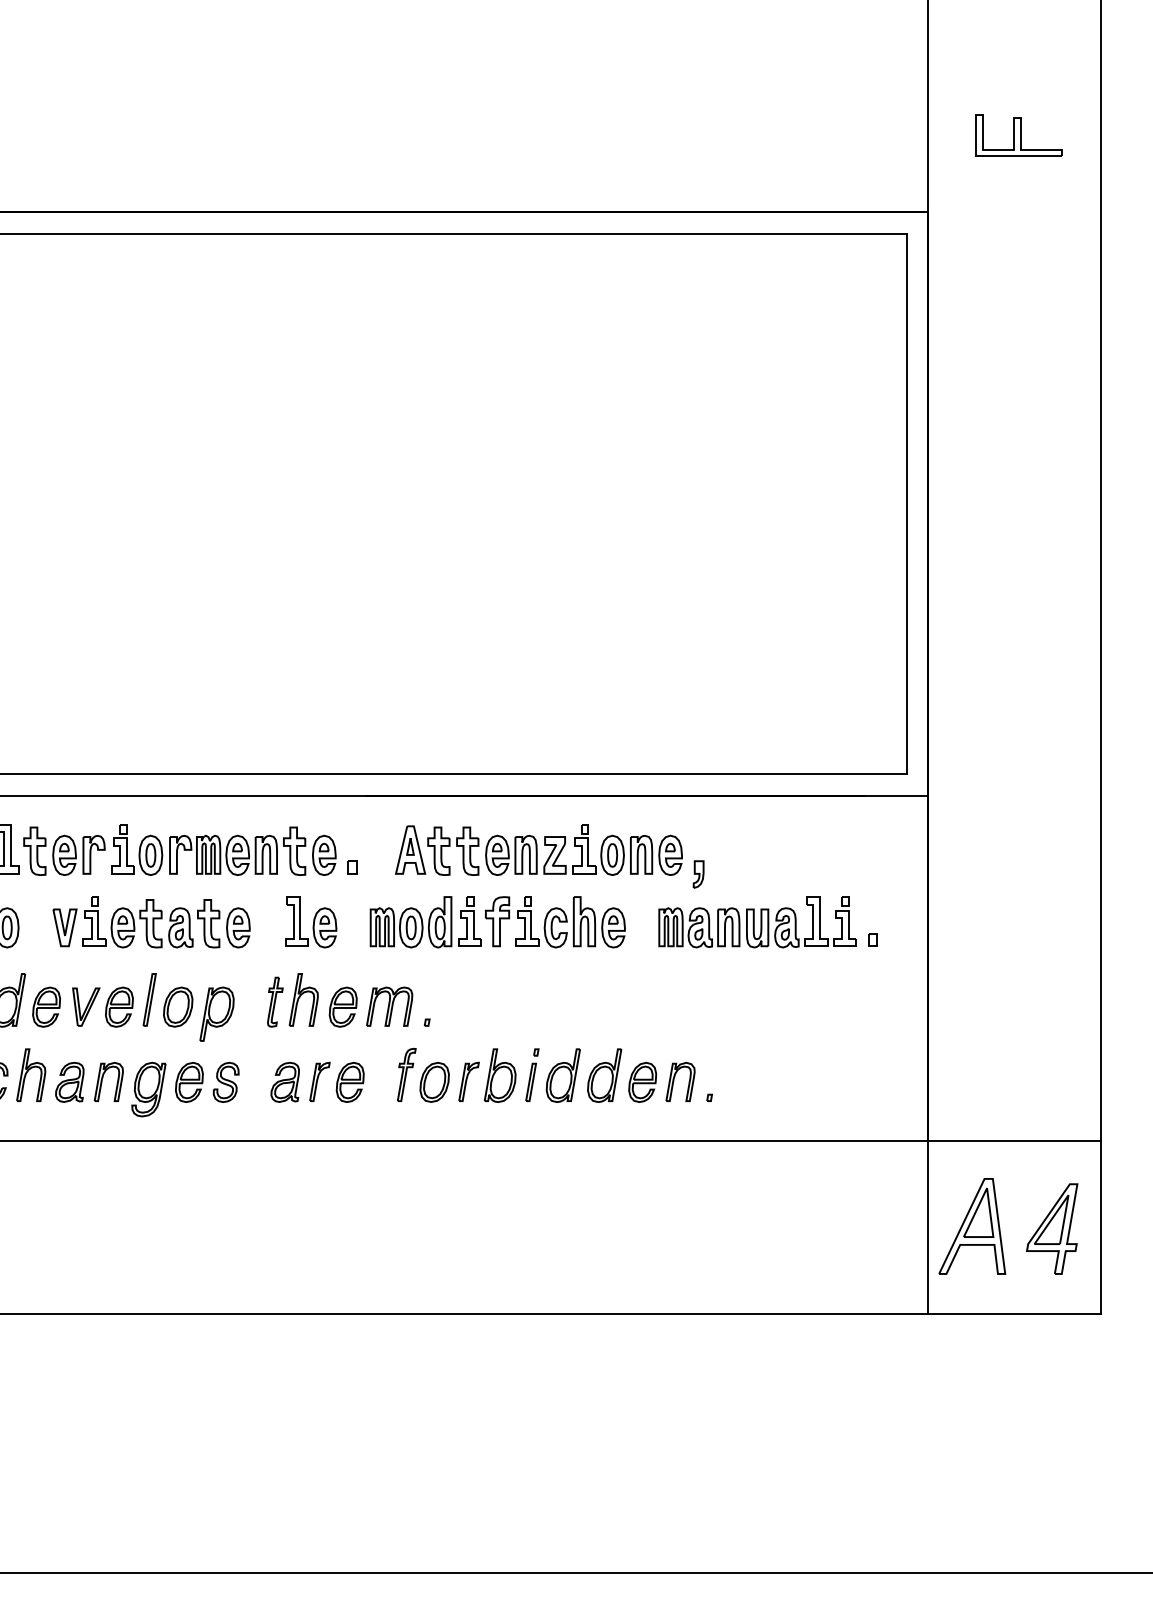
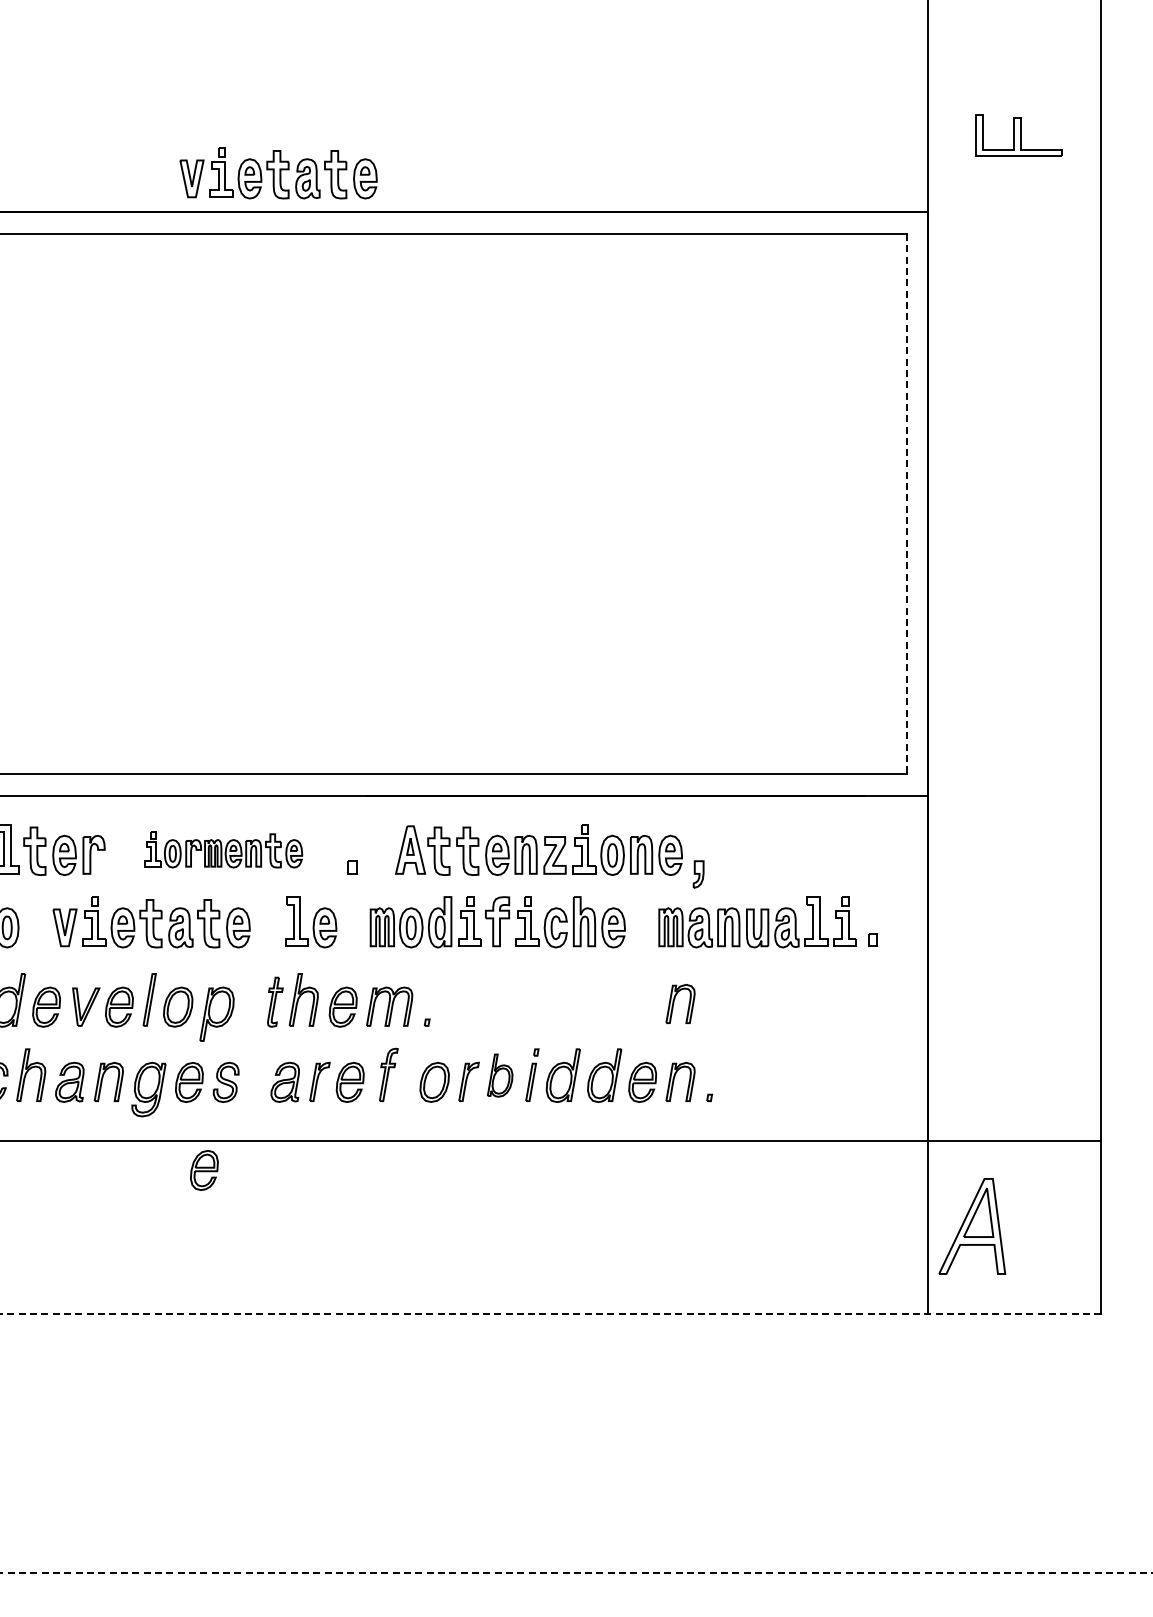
part at (278, 173): none -> present
line at (906, 504): solid -> dashed
part at (223, 849) size: 226x52 px -> 160x38 px
part at (680, 1003): none -> present
part at (406, 1074) position: (406, 1074) -> (388, 1074)
part at (499, 1075) size: 34x55 px -> 27x45 px
part at (204, 1170): none -> present
part at (1052, 1228): present -> none
line at (550, 1314): solid -> dashed
line at (576, 1573): solid -> dashed
